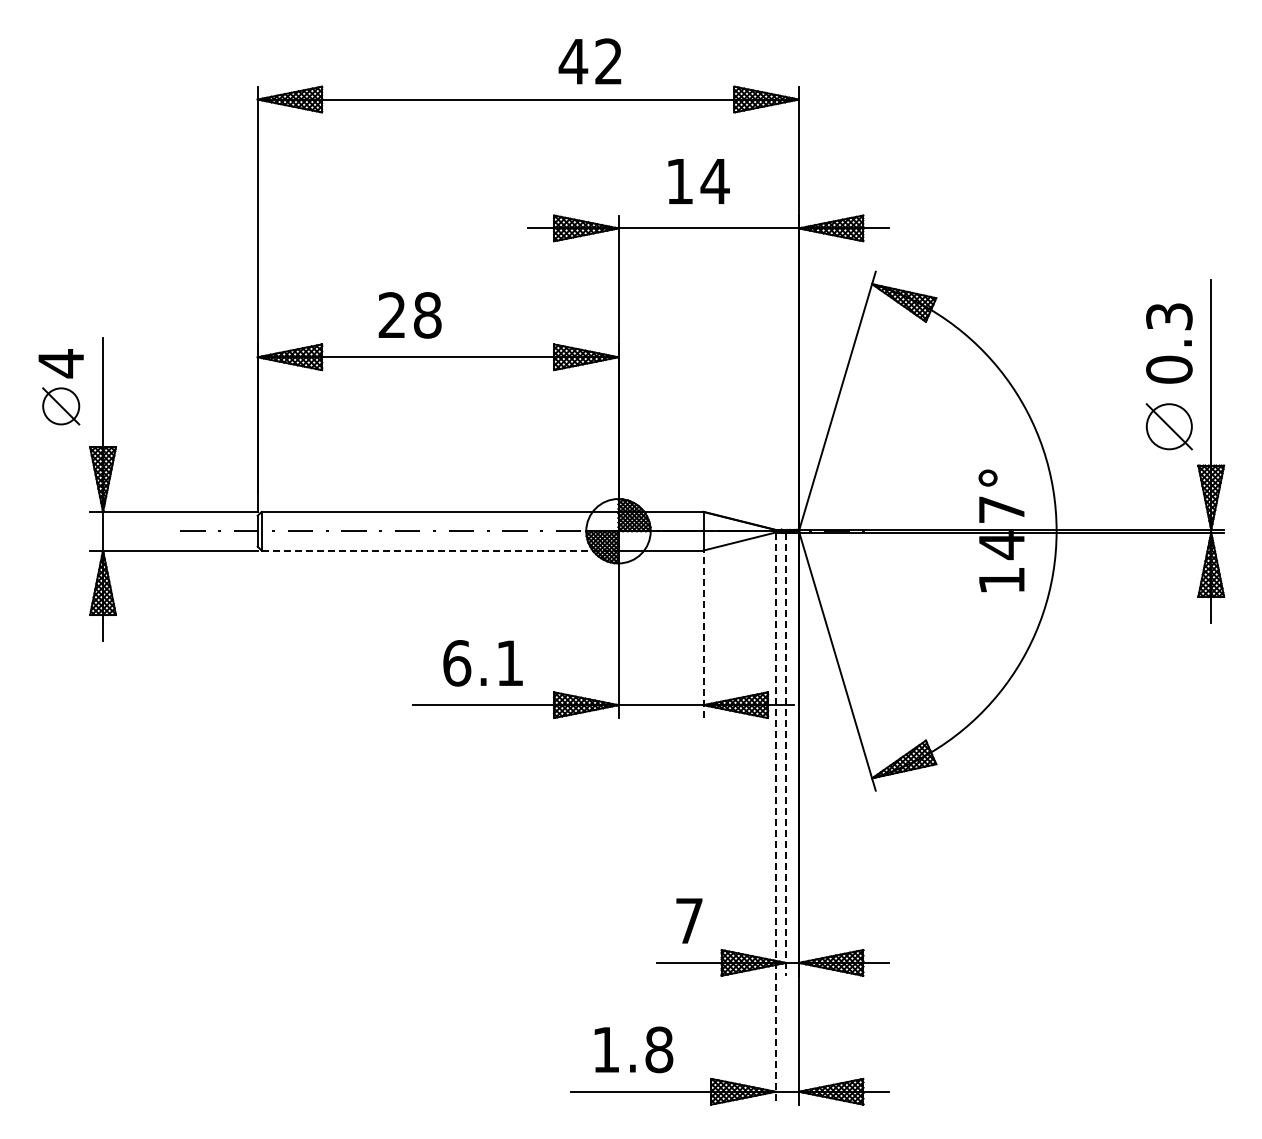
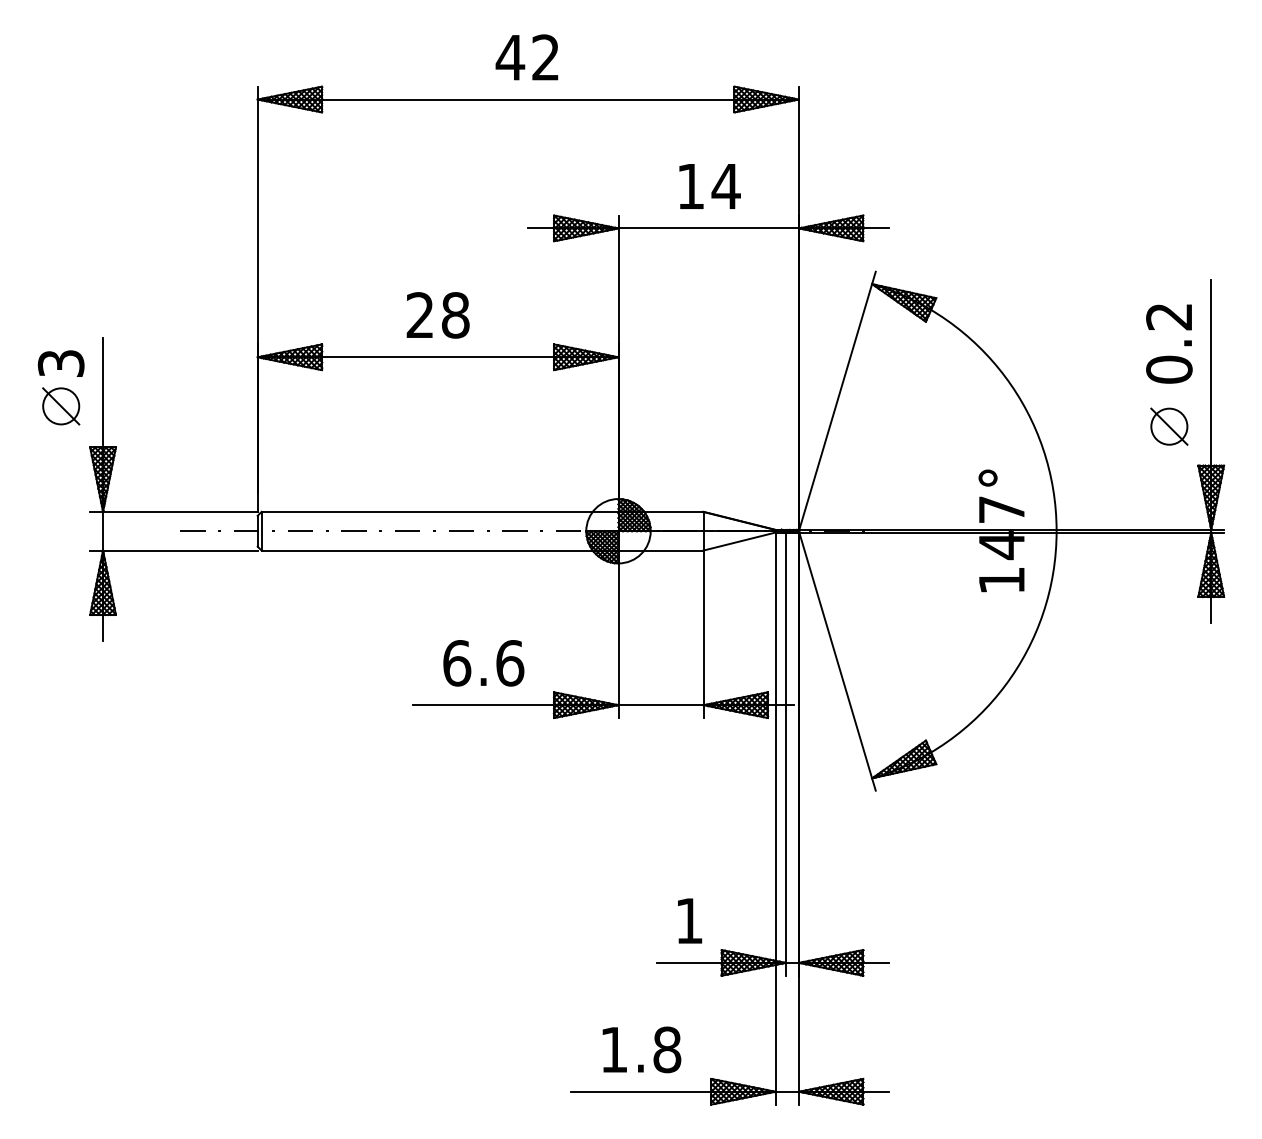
text at (589, 61) position: (589, 61) -> (526, 57)
text at (698, 181) position: (698, 181) -> (709, 186)
text at (409, 315) position: (409, 315) -> (437, 315)
text at (1169, 316): 0.3 -> 0.2
text at (60, 363): 4 -> 3
part at (1168, 426) size: 48x48 px -> 39x39 px
line at (440, 550): dashed -> solid
line at (703, 634): dashed -> solid
text at (510, 663): 6.1 -> 6.6
line at (786, 754): dashed -> solid
line at (775, 819): dashed -> solid
text at (689, 920): 7 -> 1
text at (633, 1049) position: (633, 1049) -> (641, 1049)
